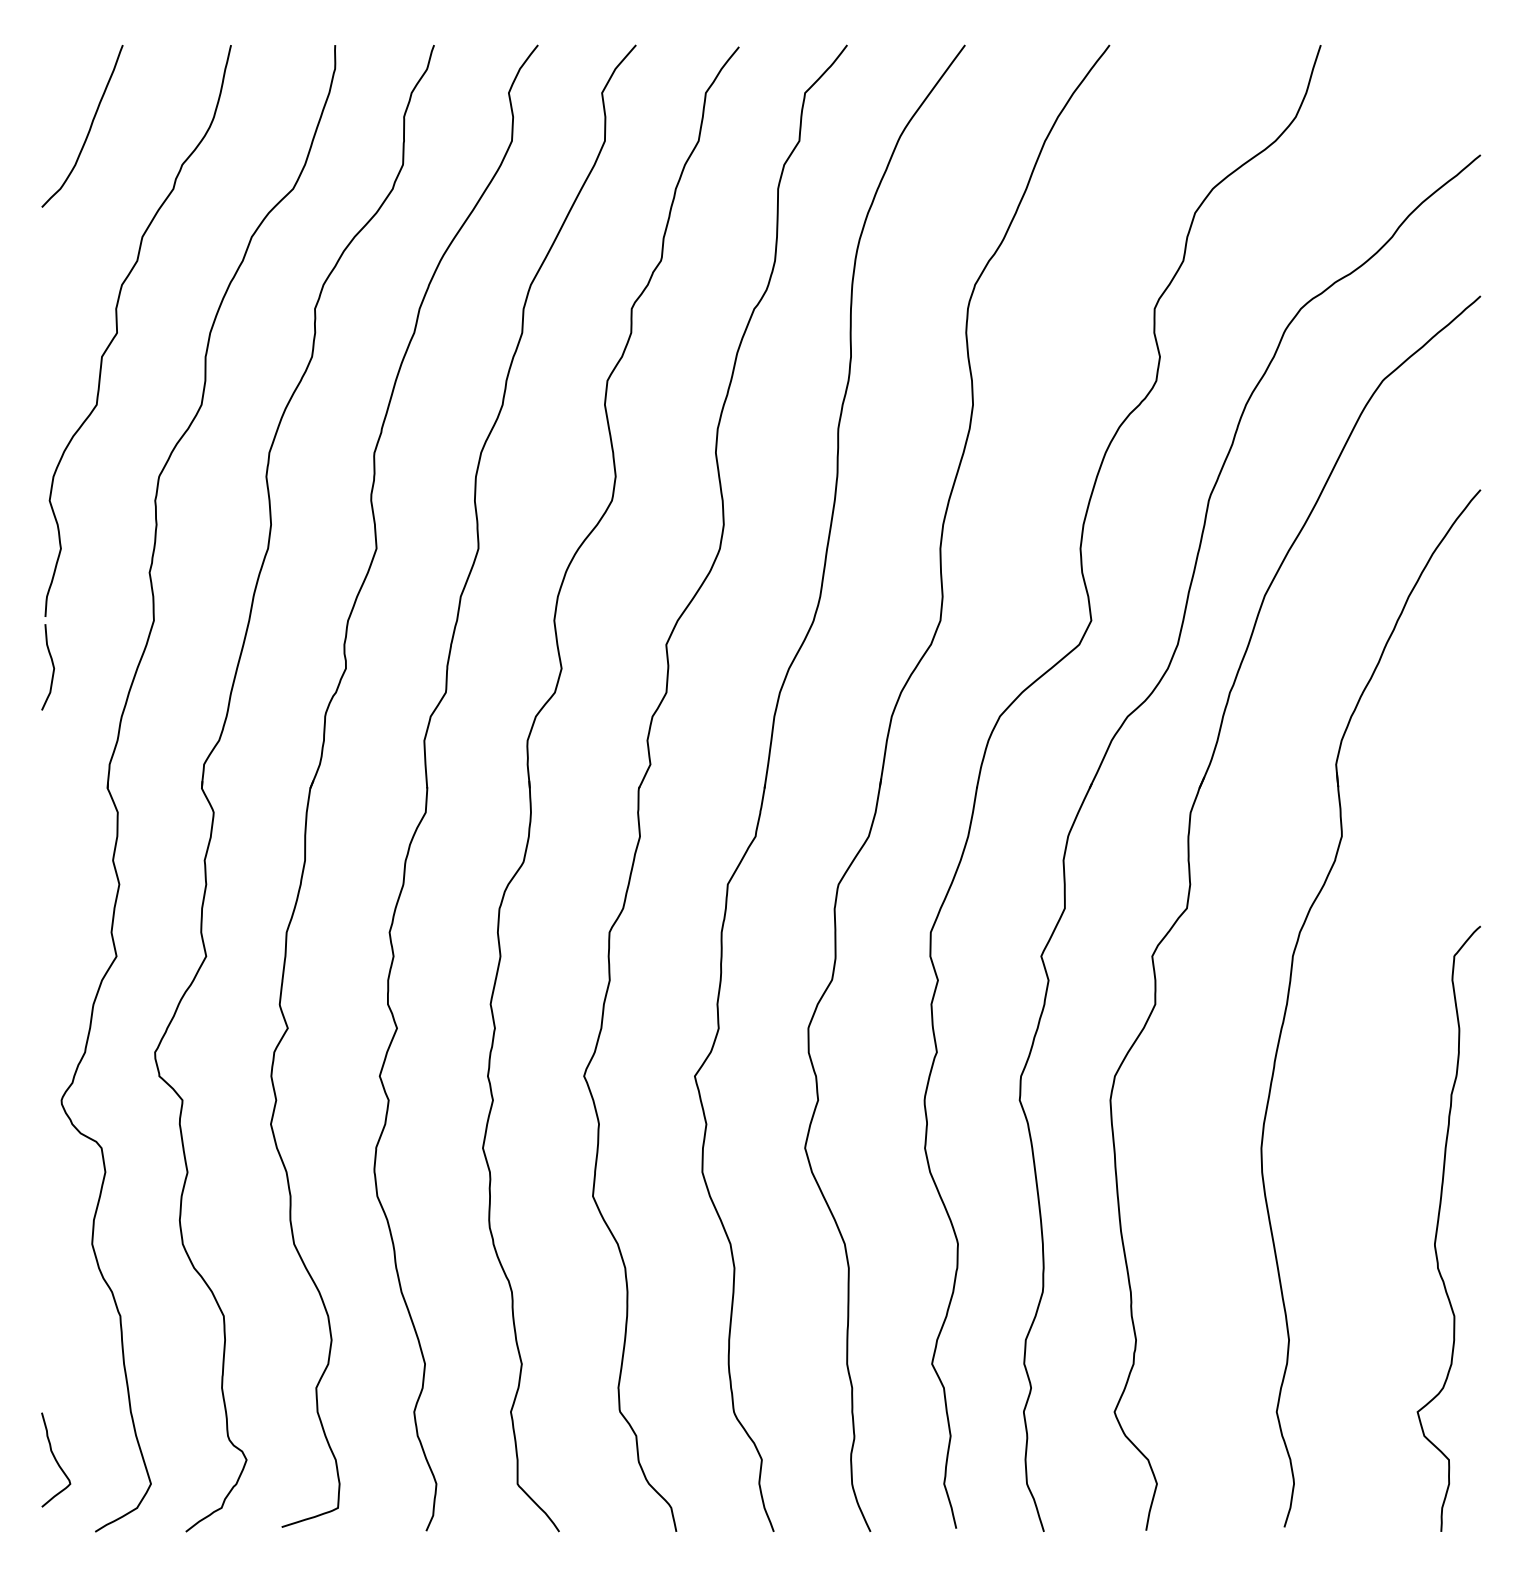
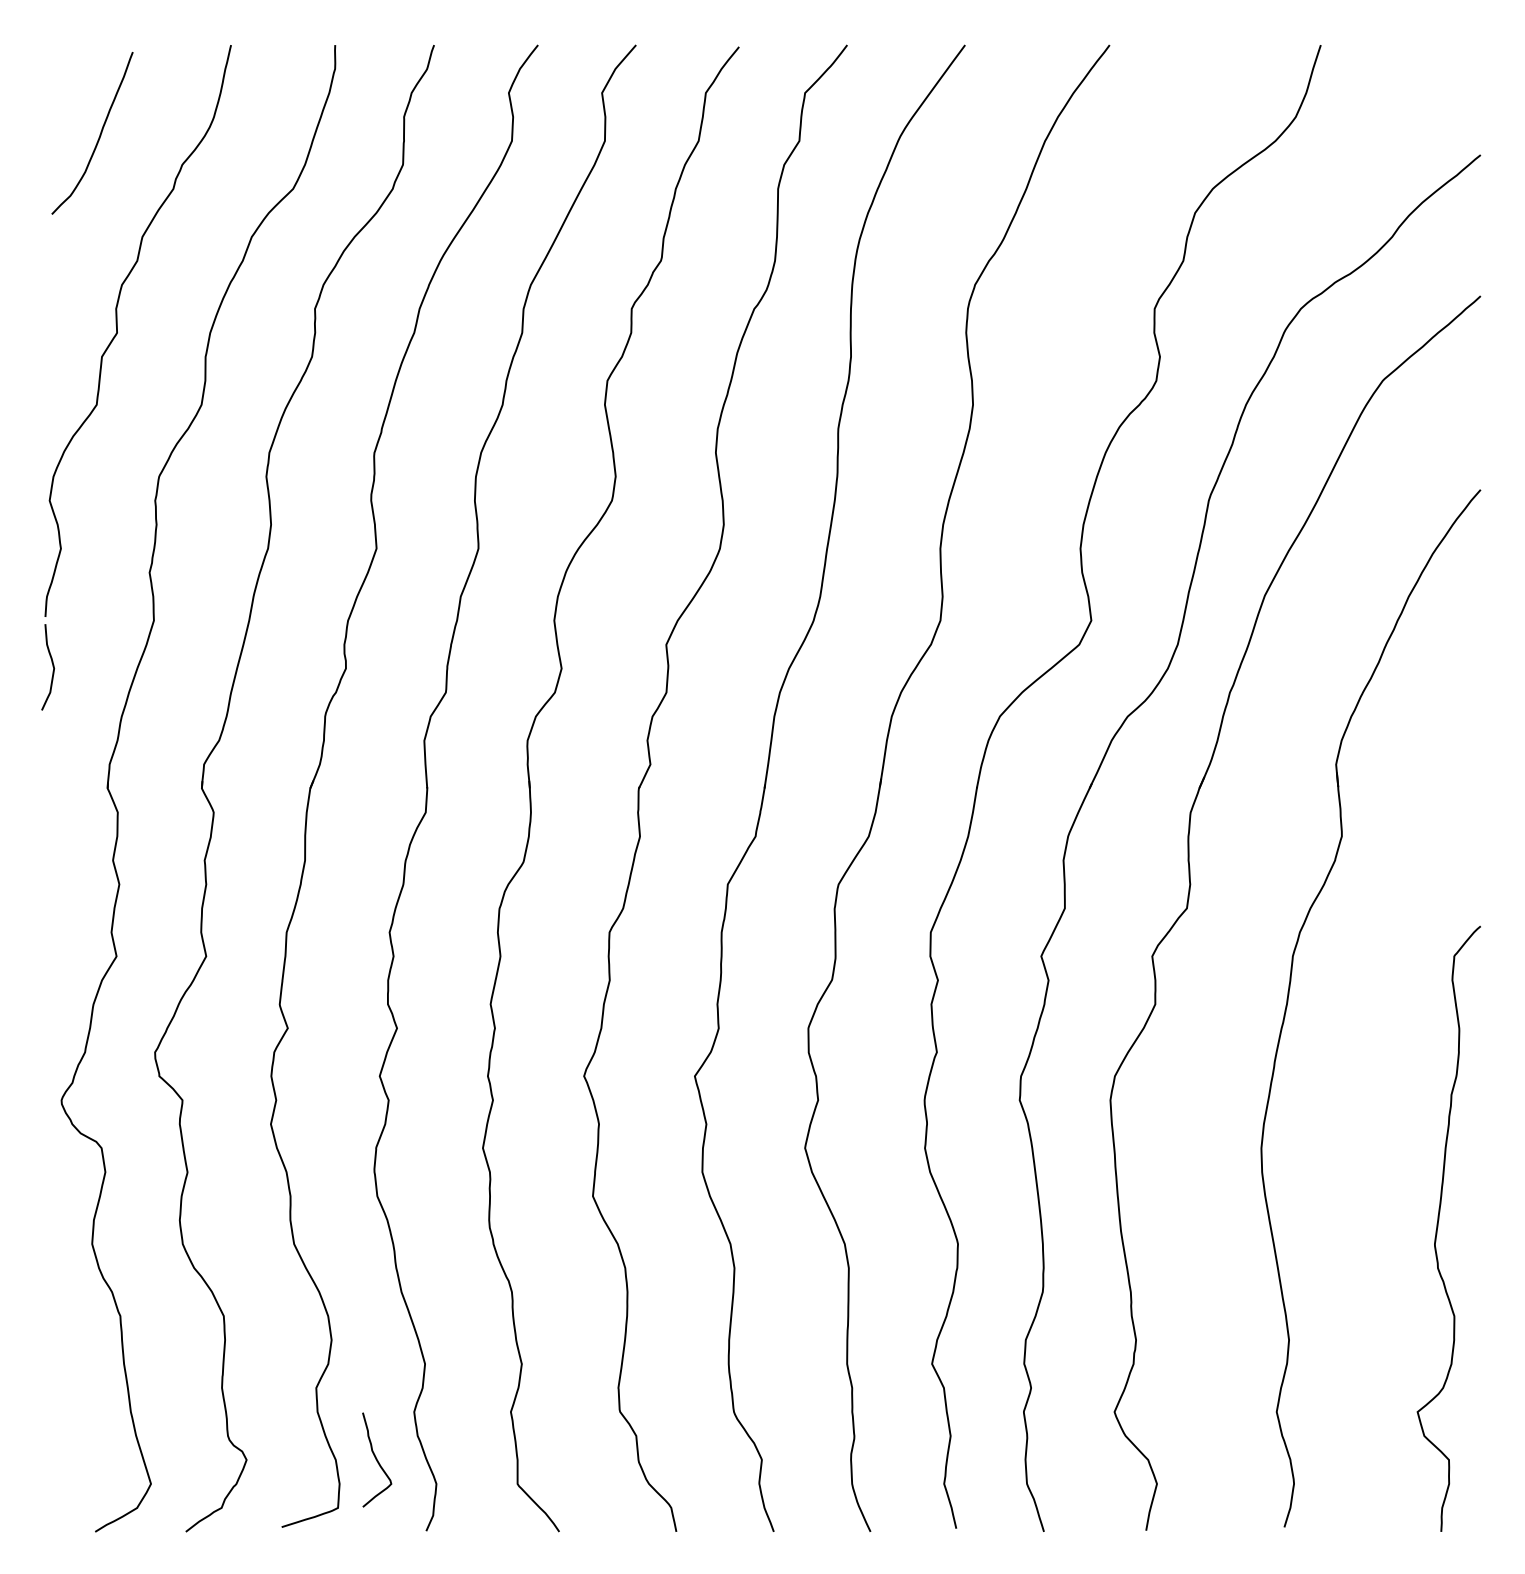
curve at (89, 127) position: (89, 127) -> (99, 134)
curve at (56, 1459) position: (56, 1459) -> (377, 1459)
